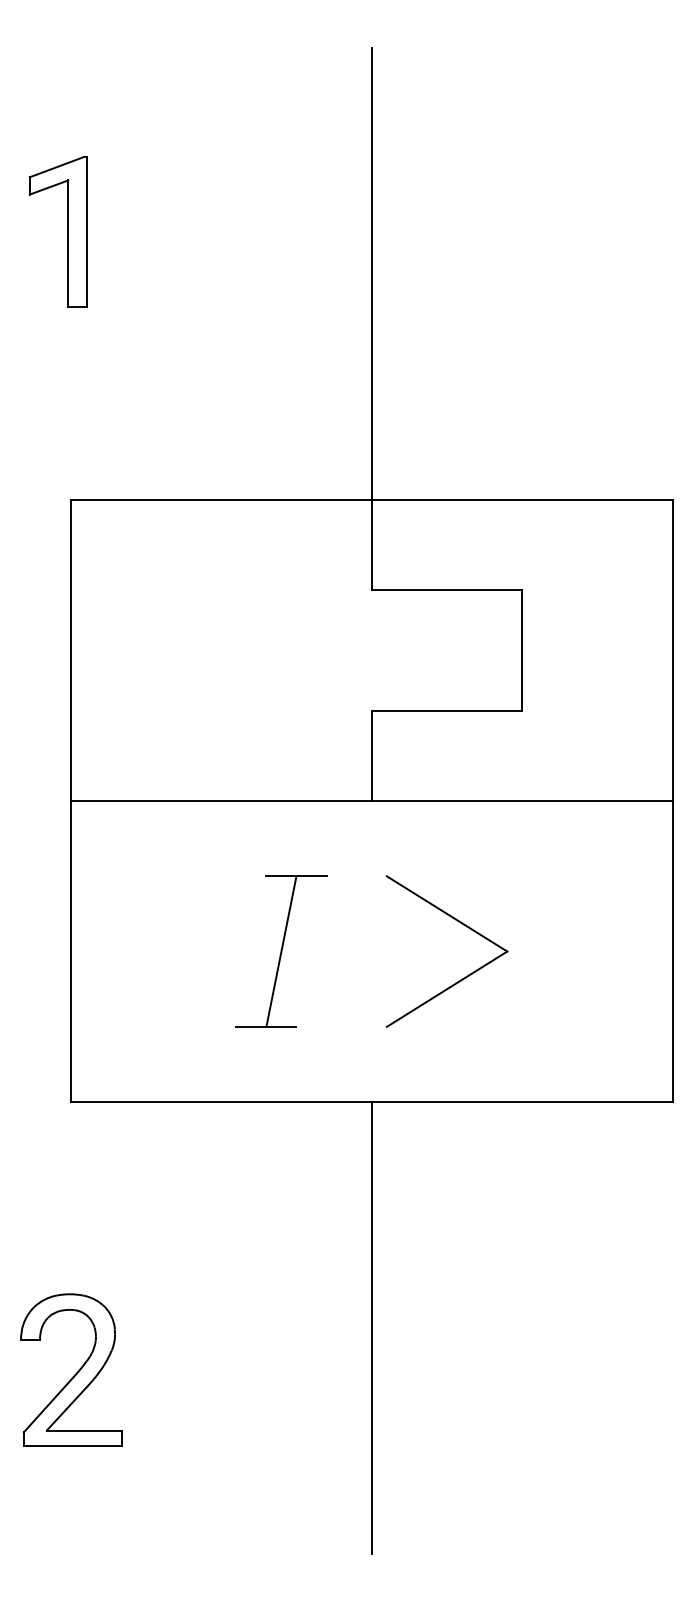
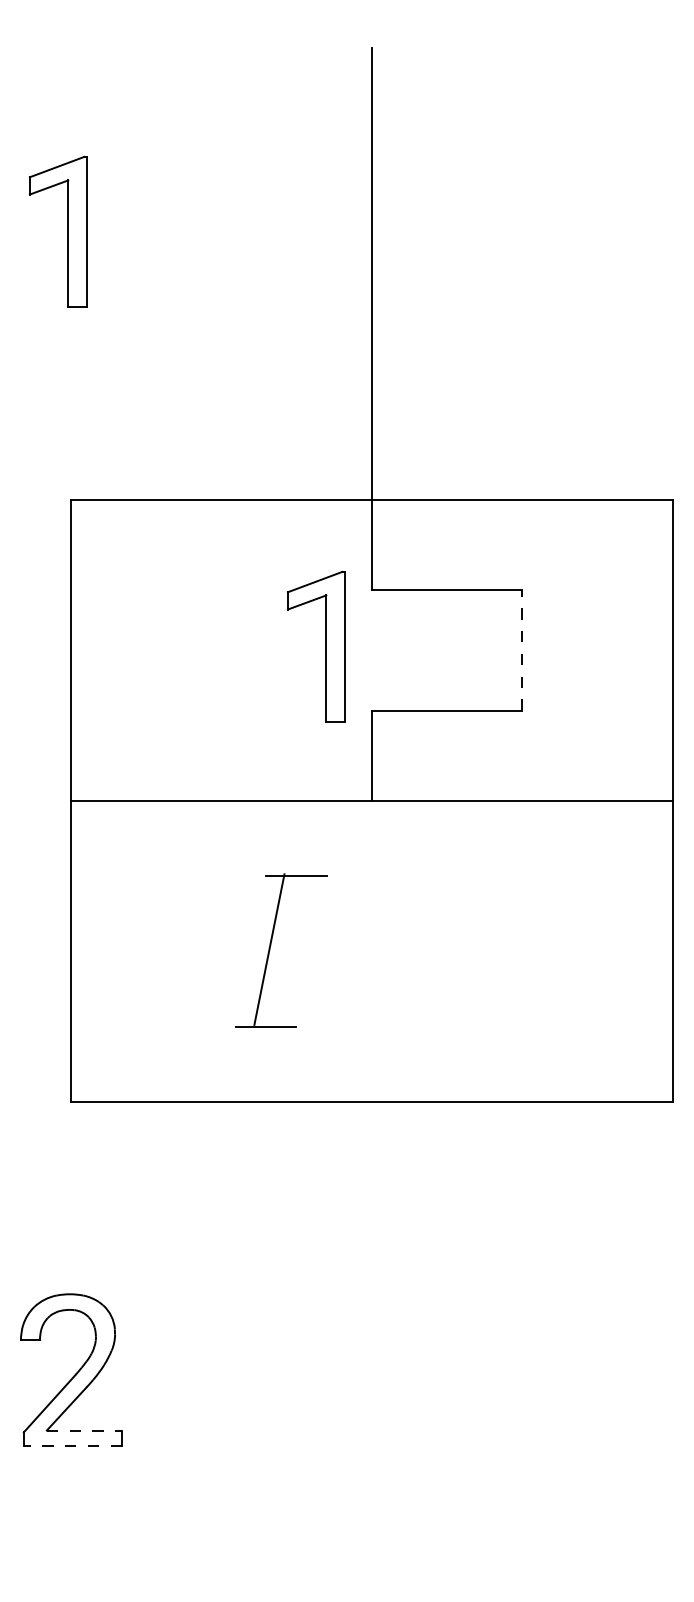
part at (325, 646): none -> present
line at (522, 649): solid -> dashed
part at (463, 925): present -> none
line at (281, 951) position: (281, 951) -> (269, 949)
line at (371, 1327): present -> none
line at (84, 1430): solid -> dashed
line at (72, 1446): solid -> dashed
